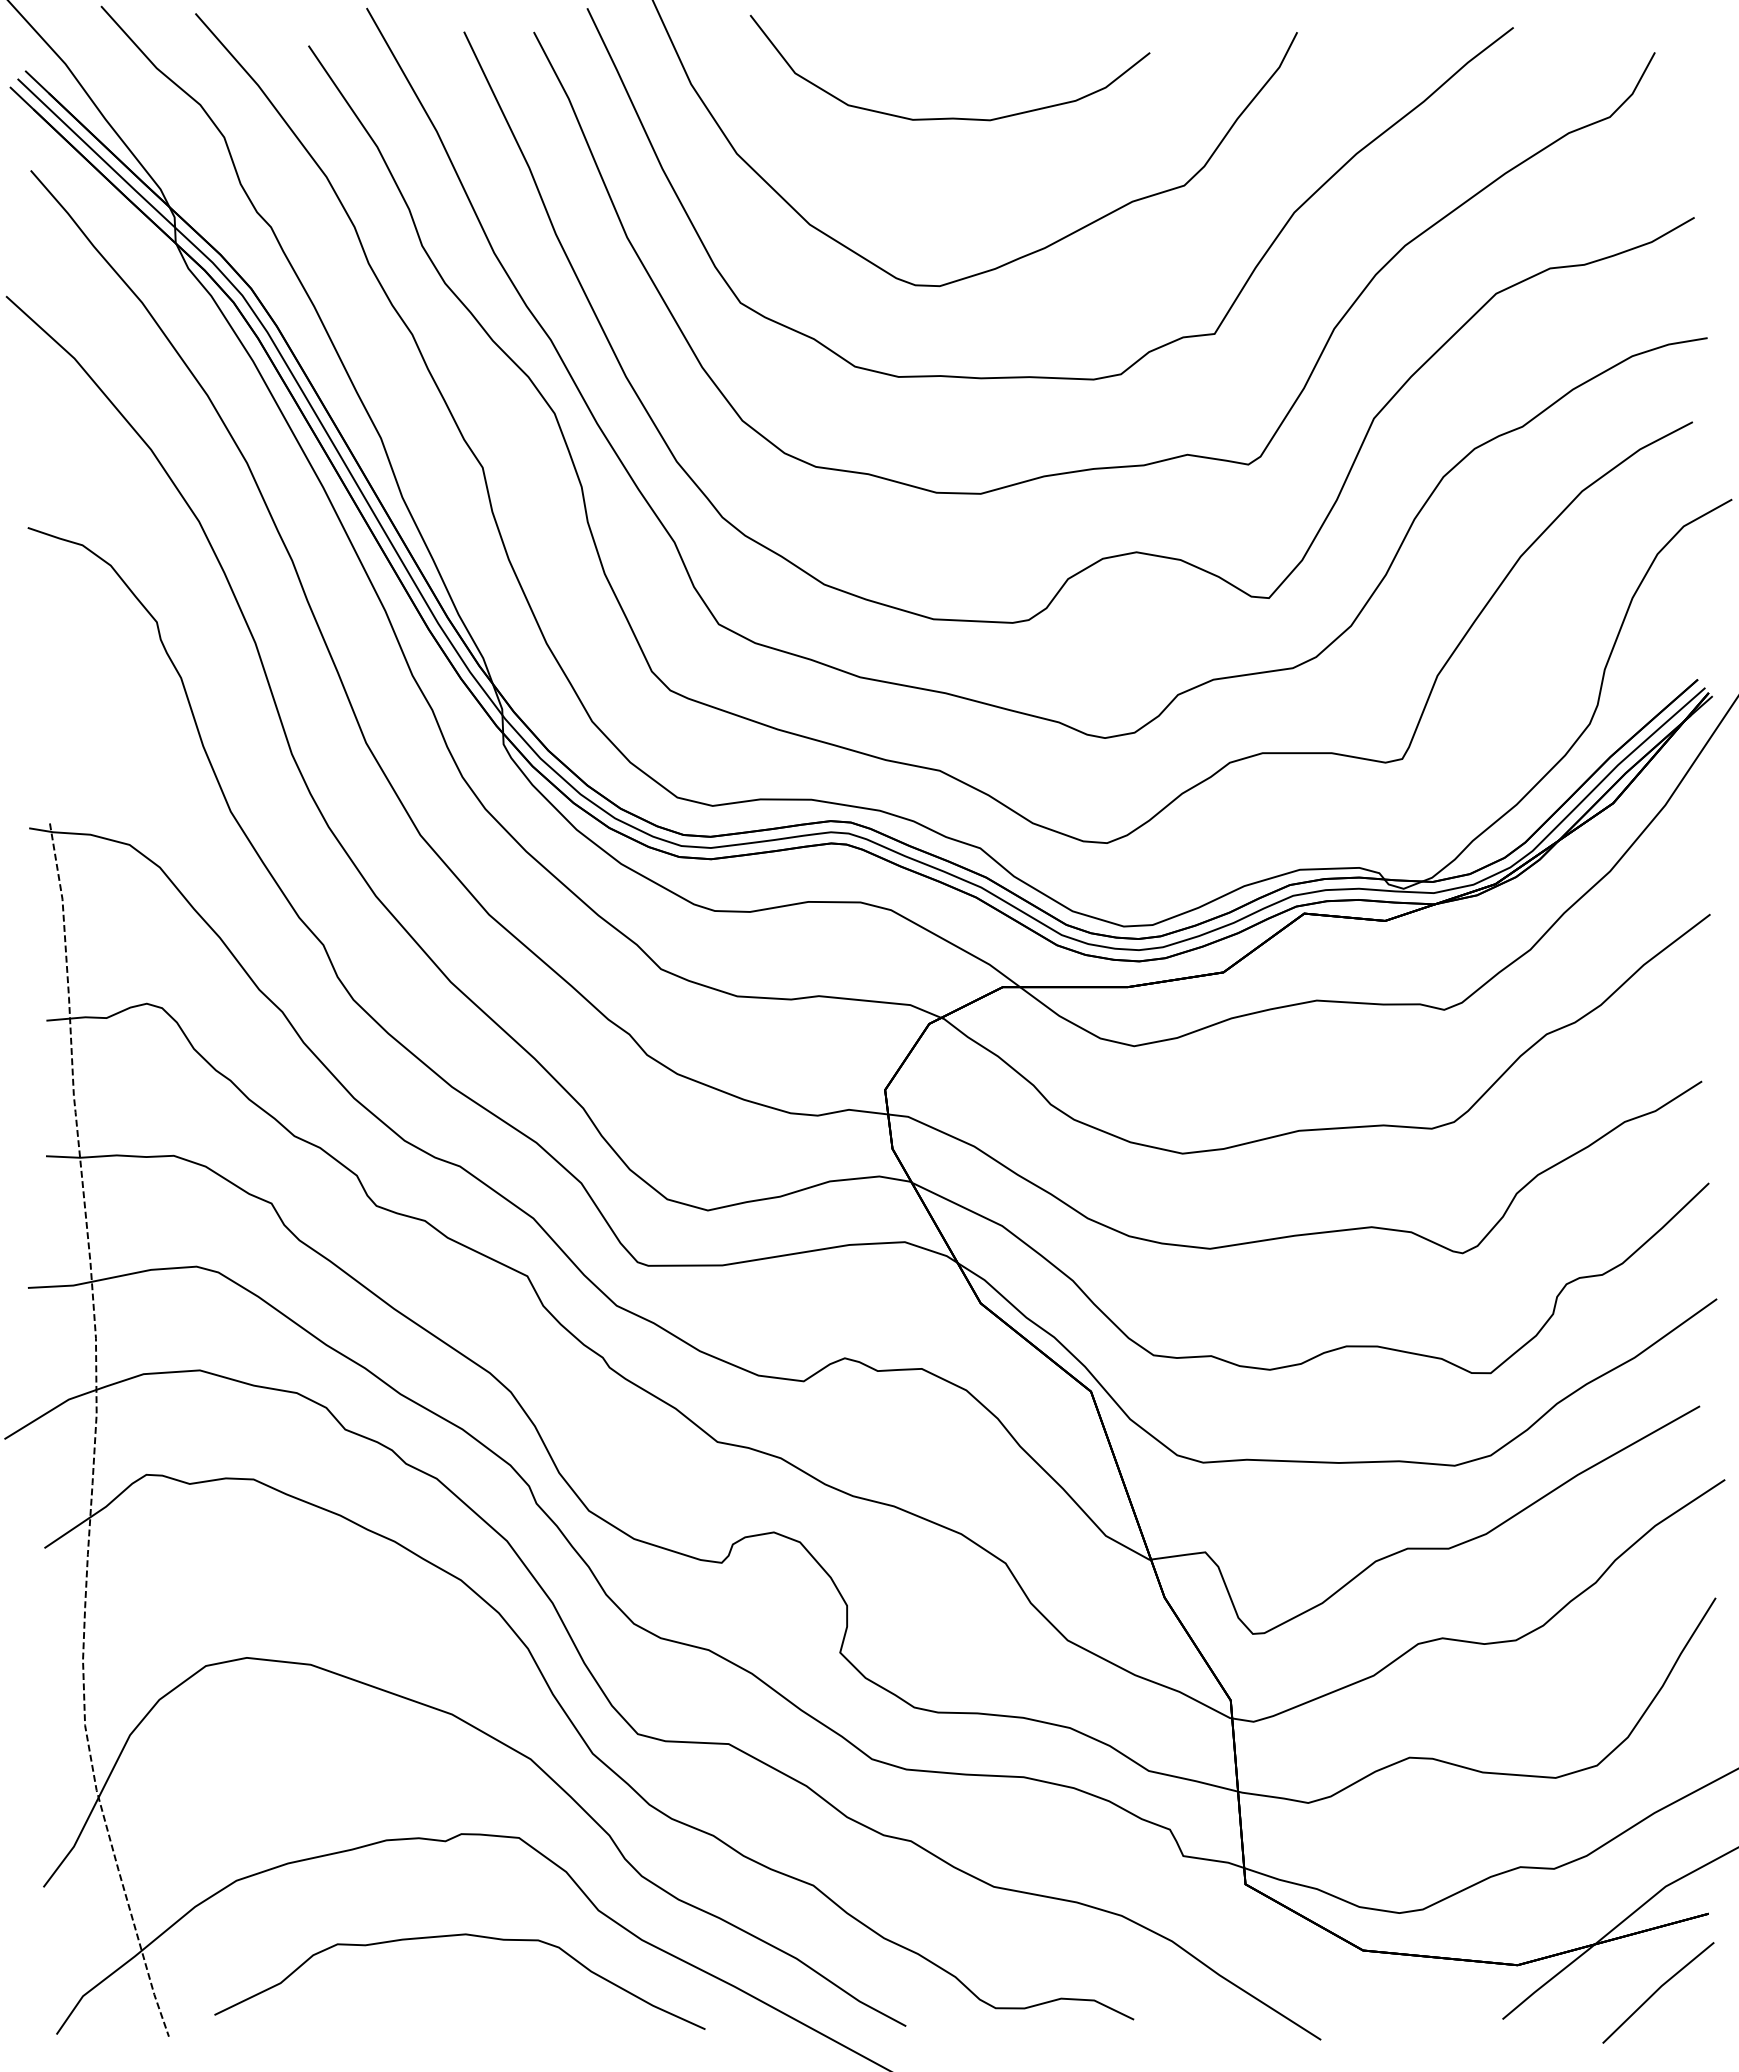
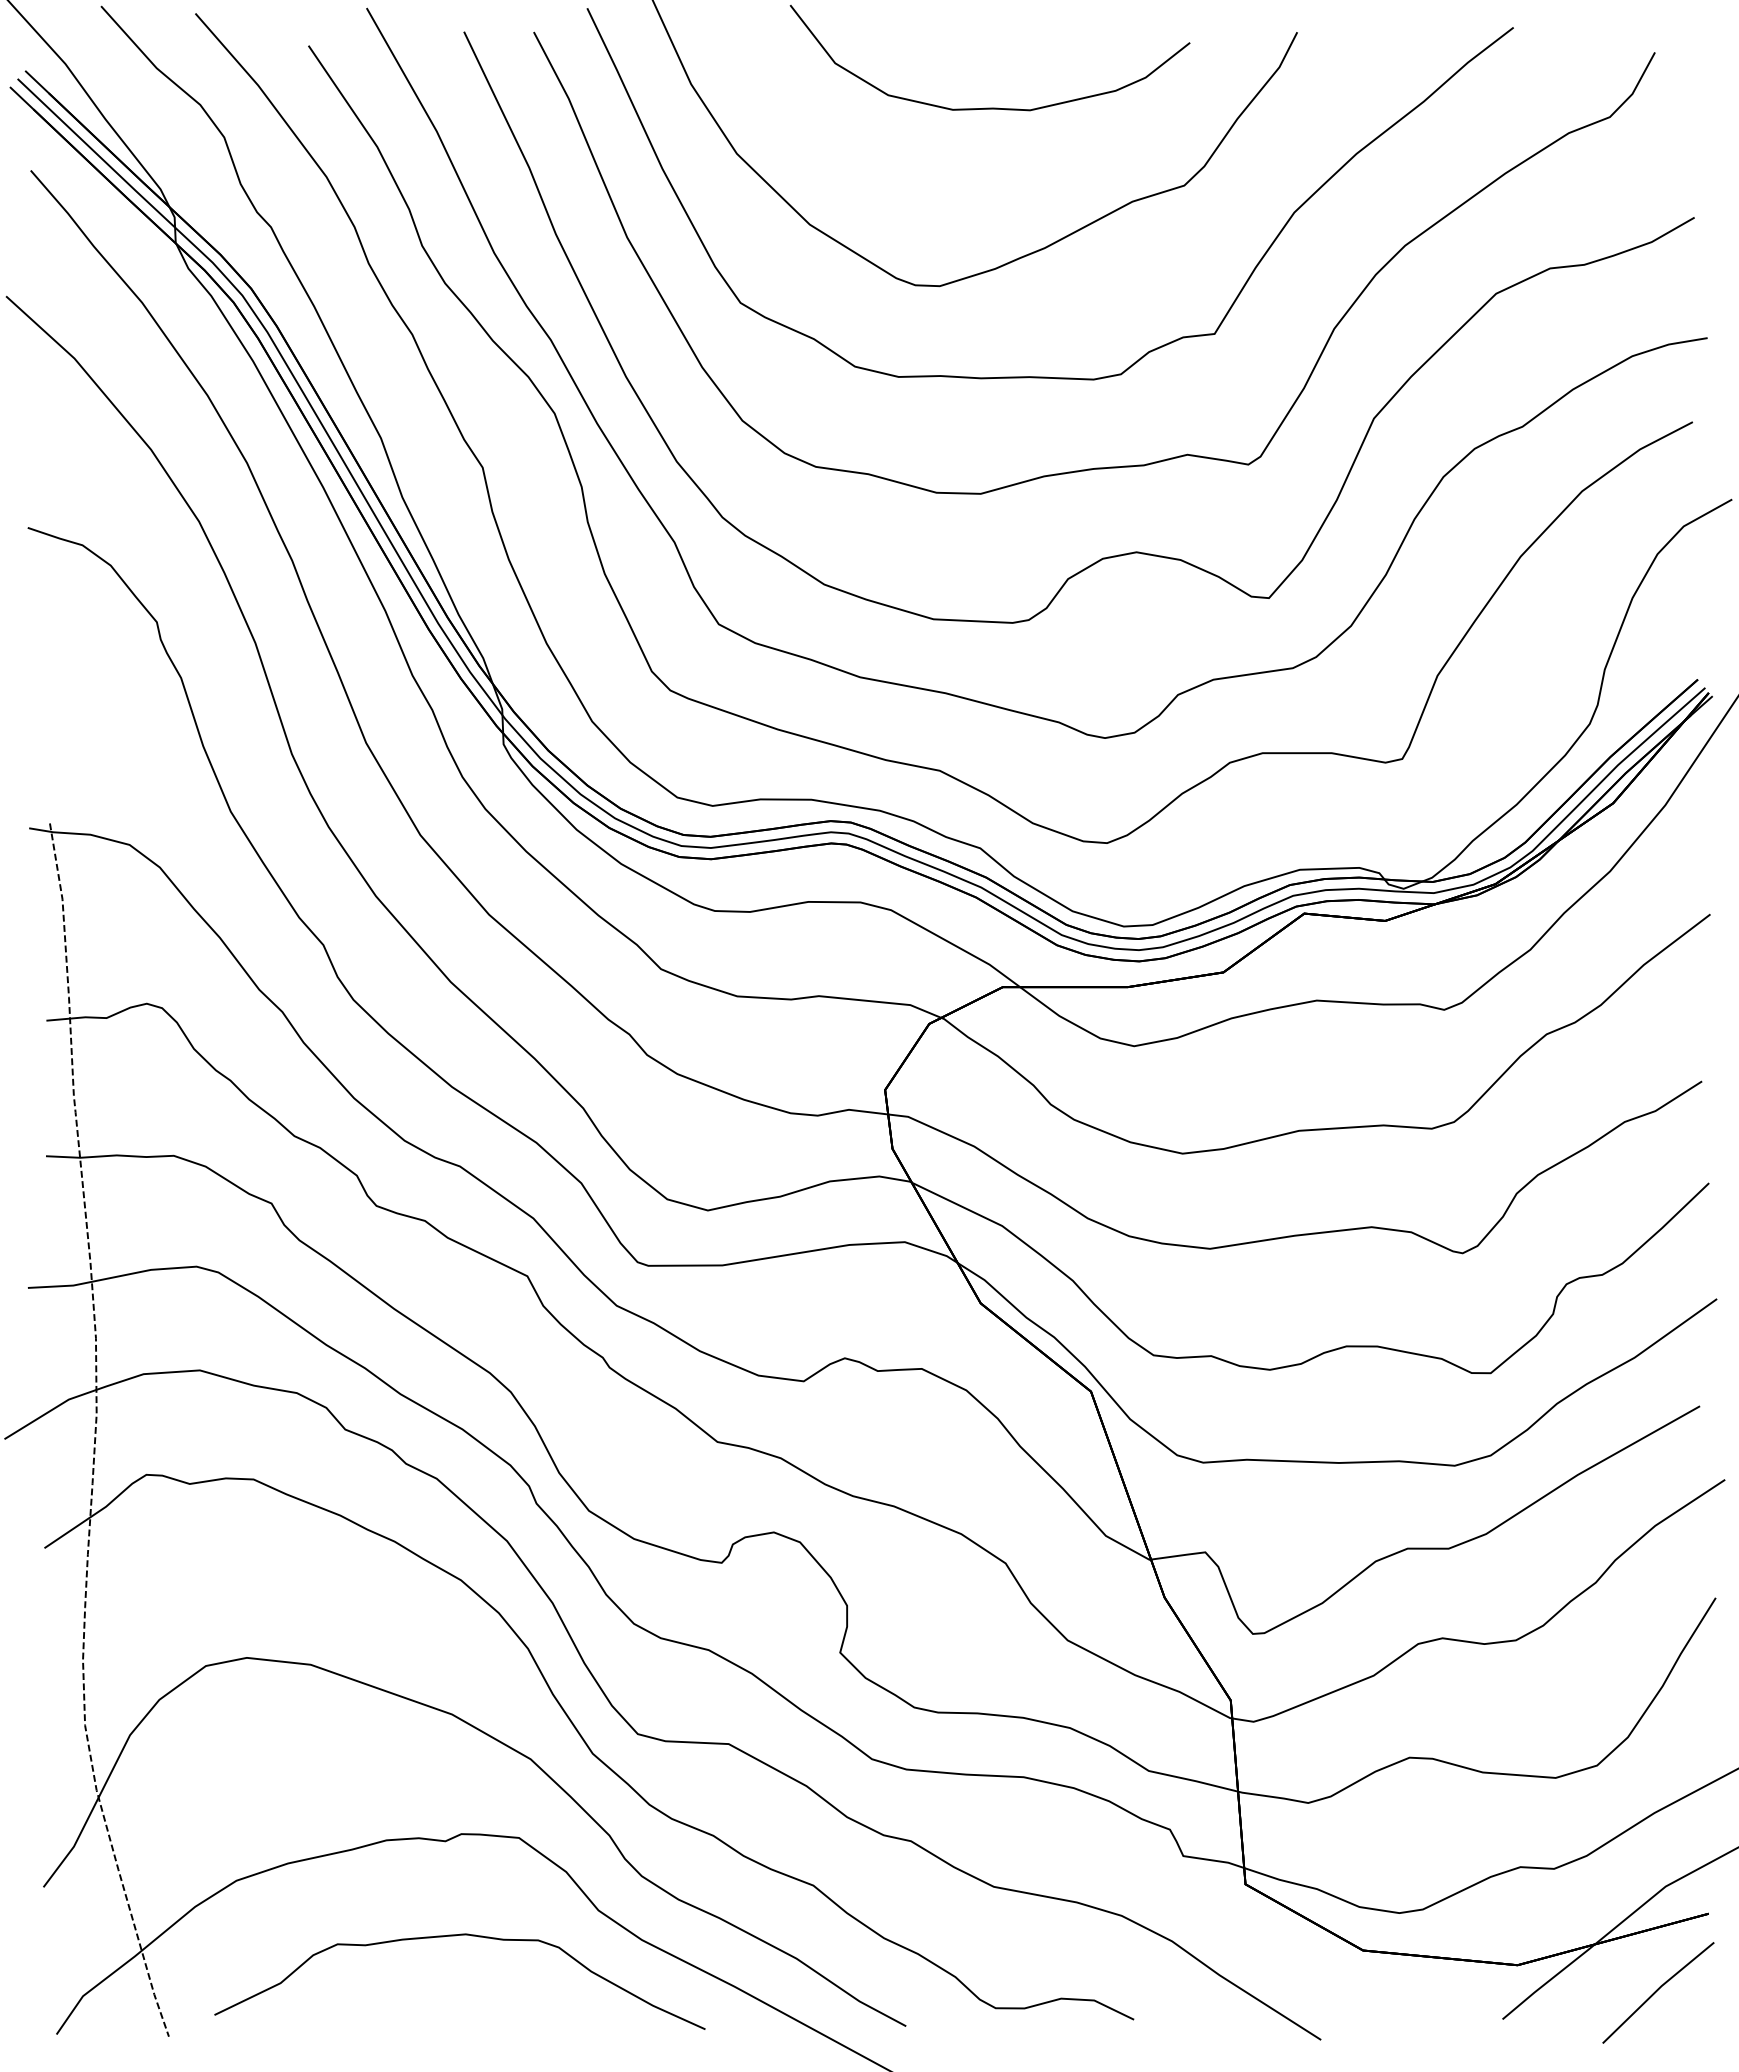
part at (949, 117) position: (949, 117) -> (989, 107)
